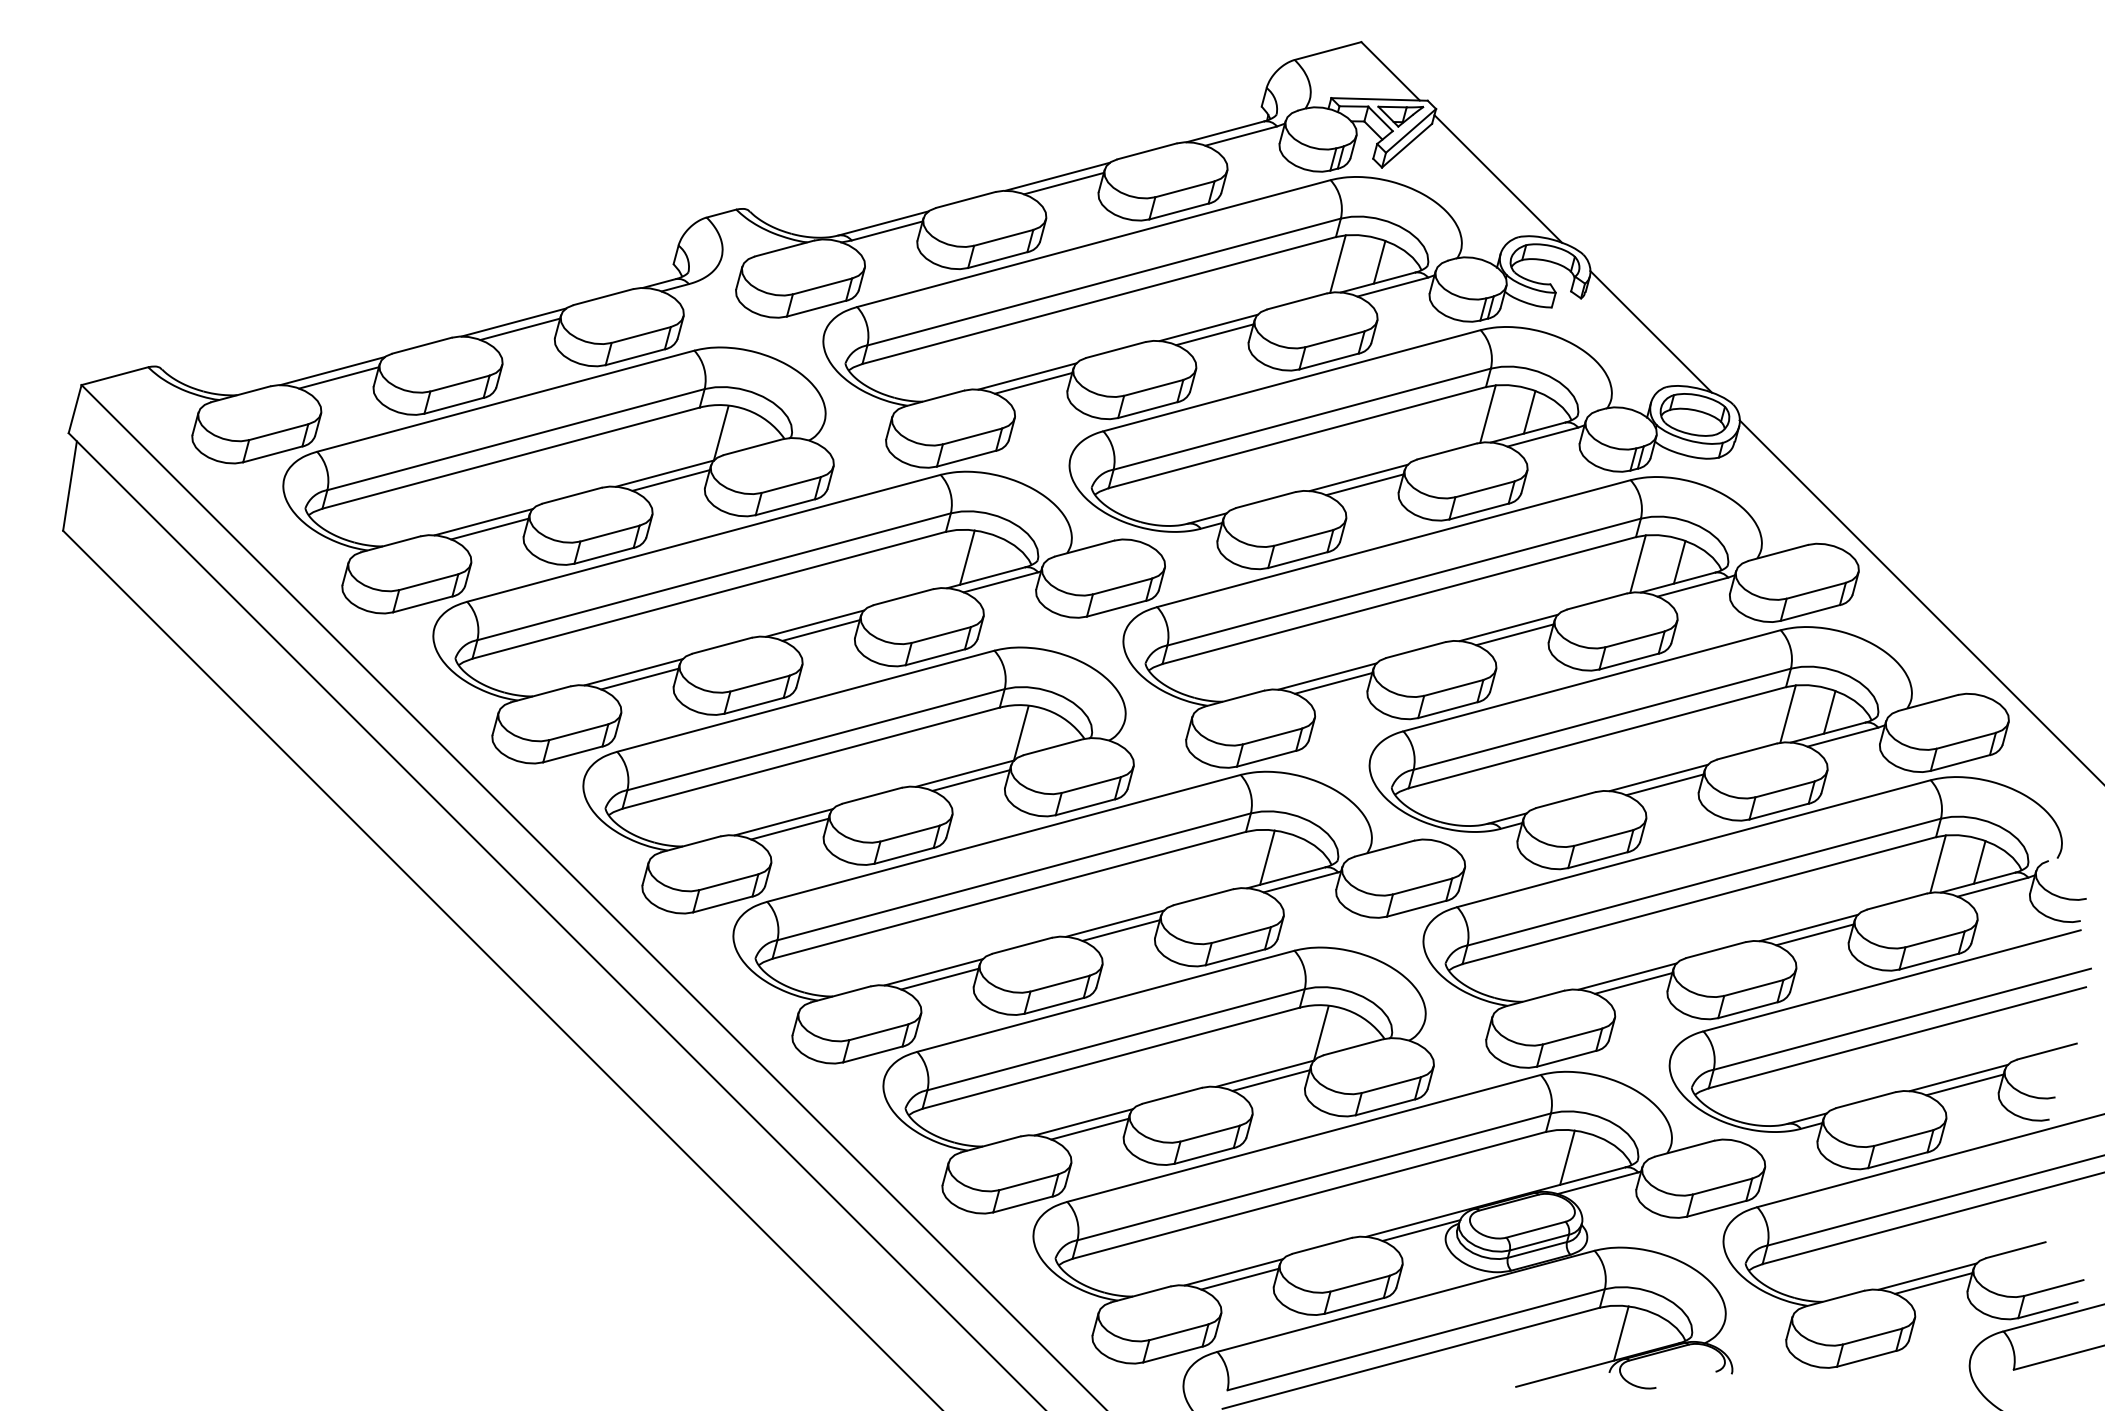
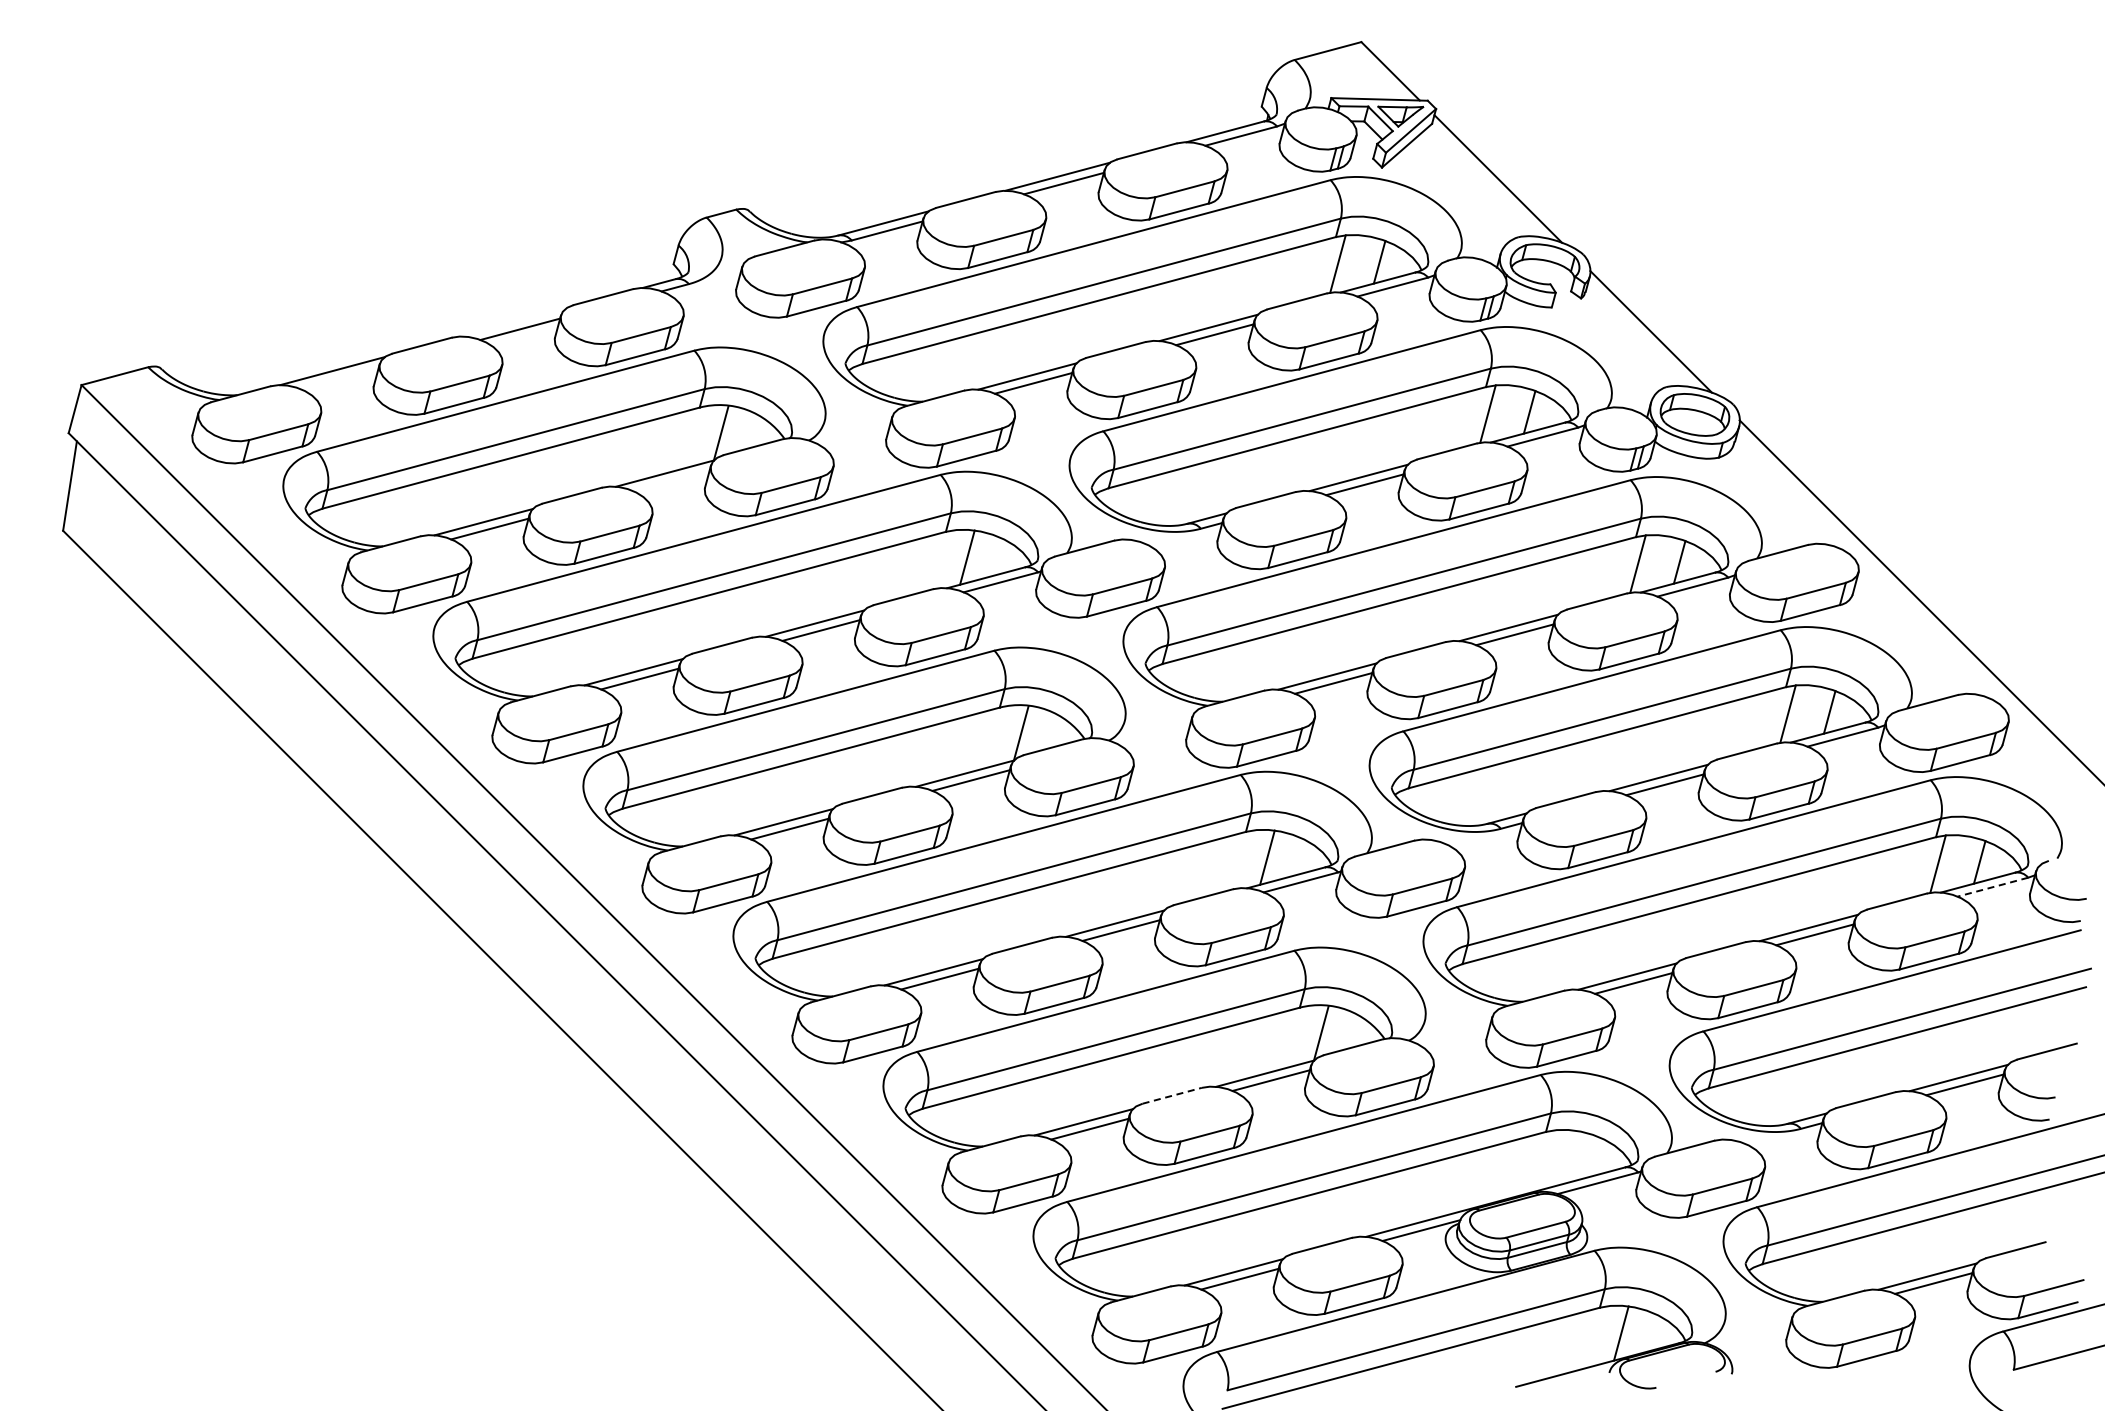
line at (513, 322): present -> none
line at (338, 377): present -> none
line at (670, 480): present -> none
line at (1992, 887): solid -> dashed
line at (1172, 1095): solid -> dashed
line at (1567, 1157): present -> none
